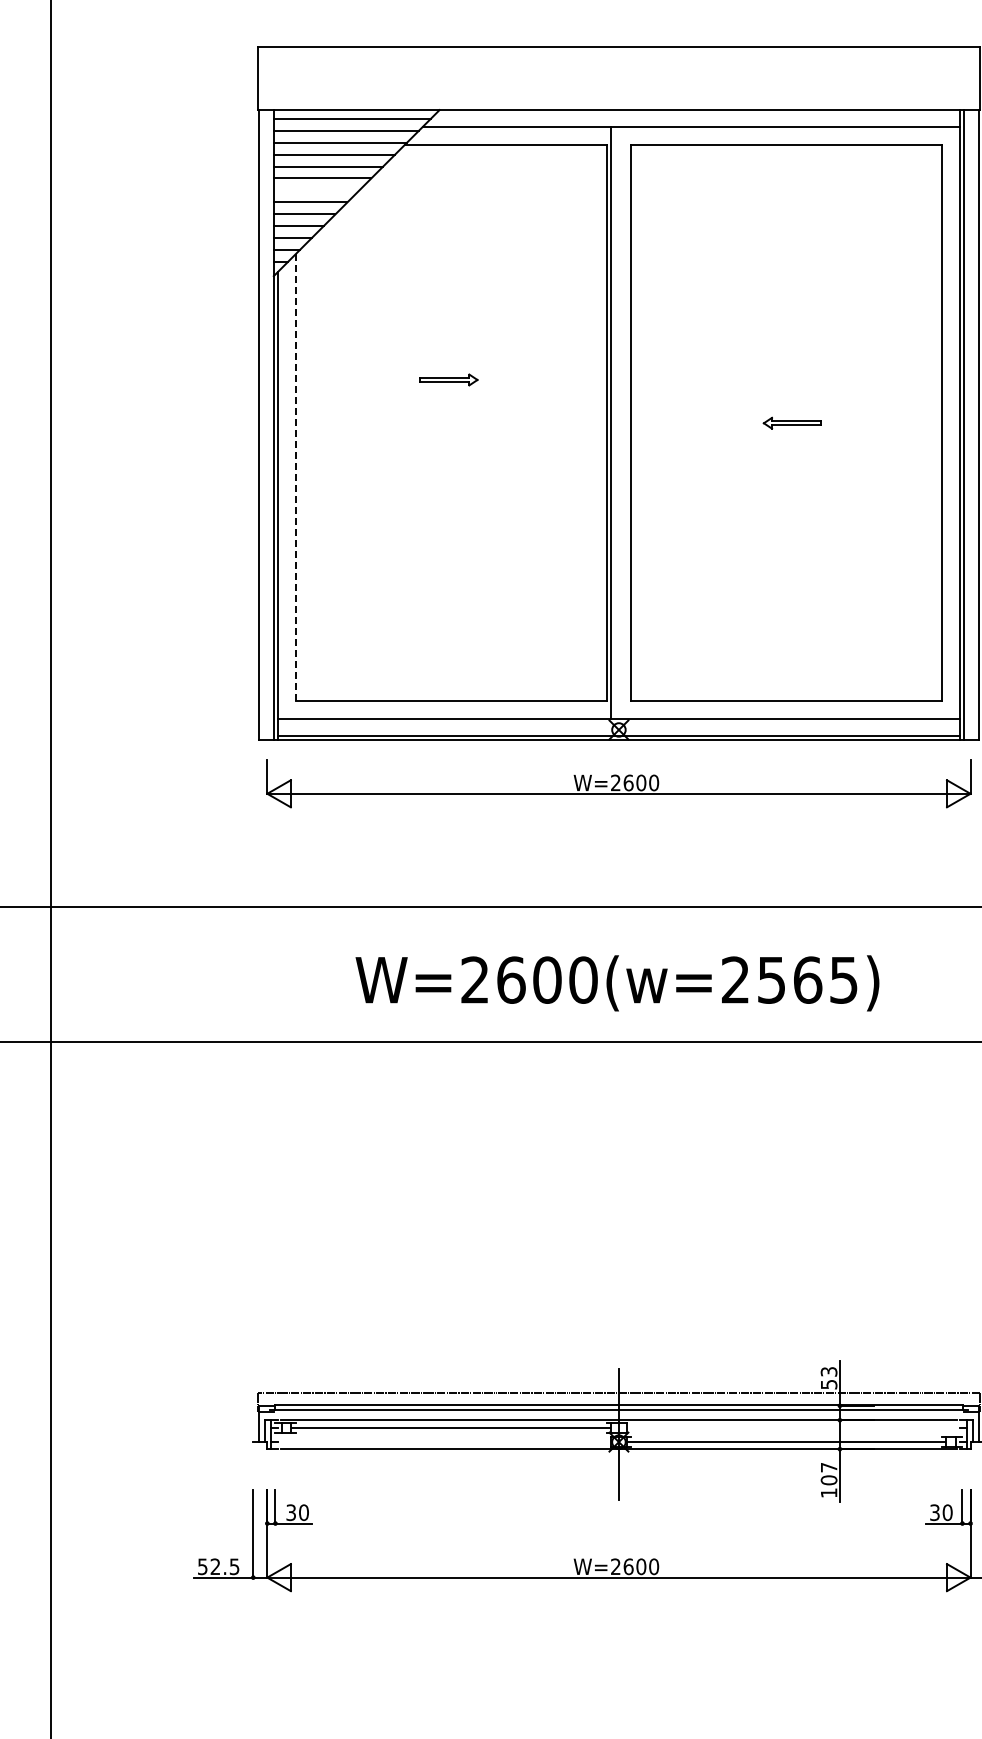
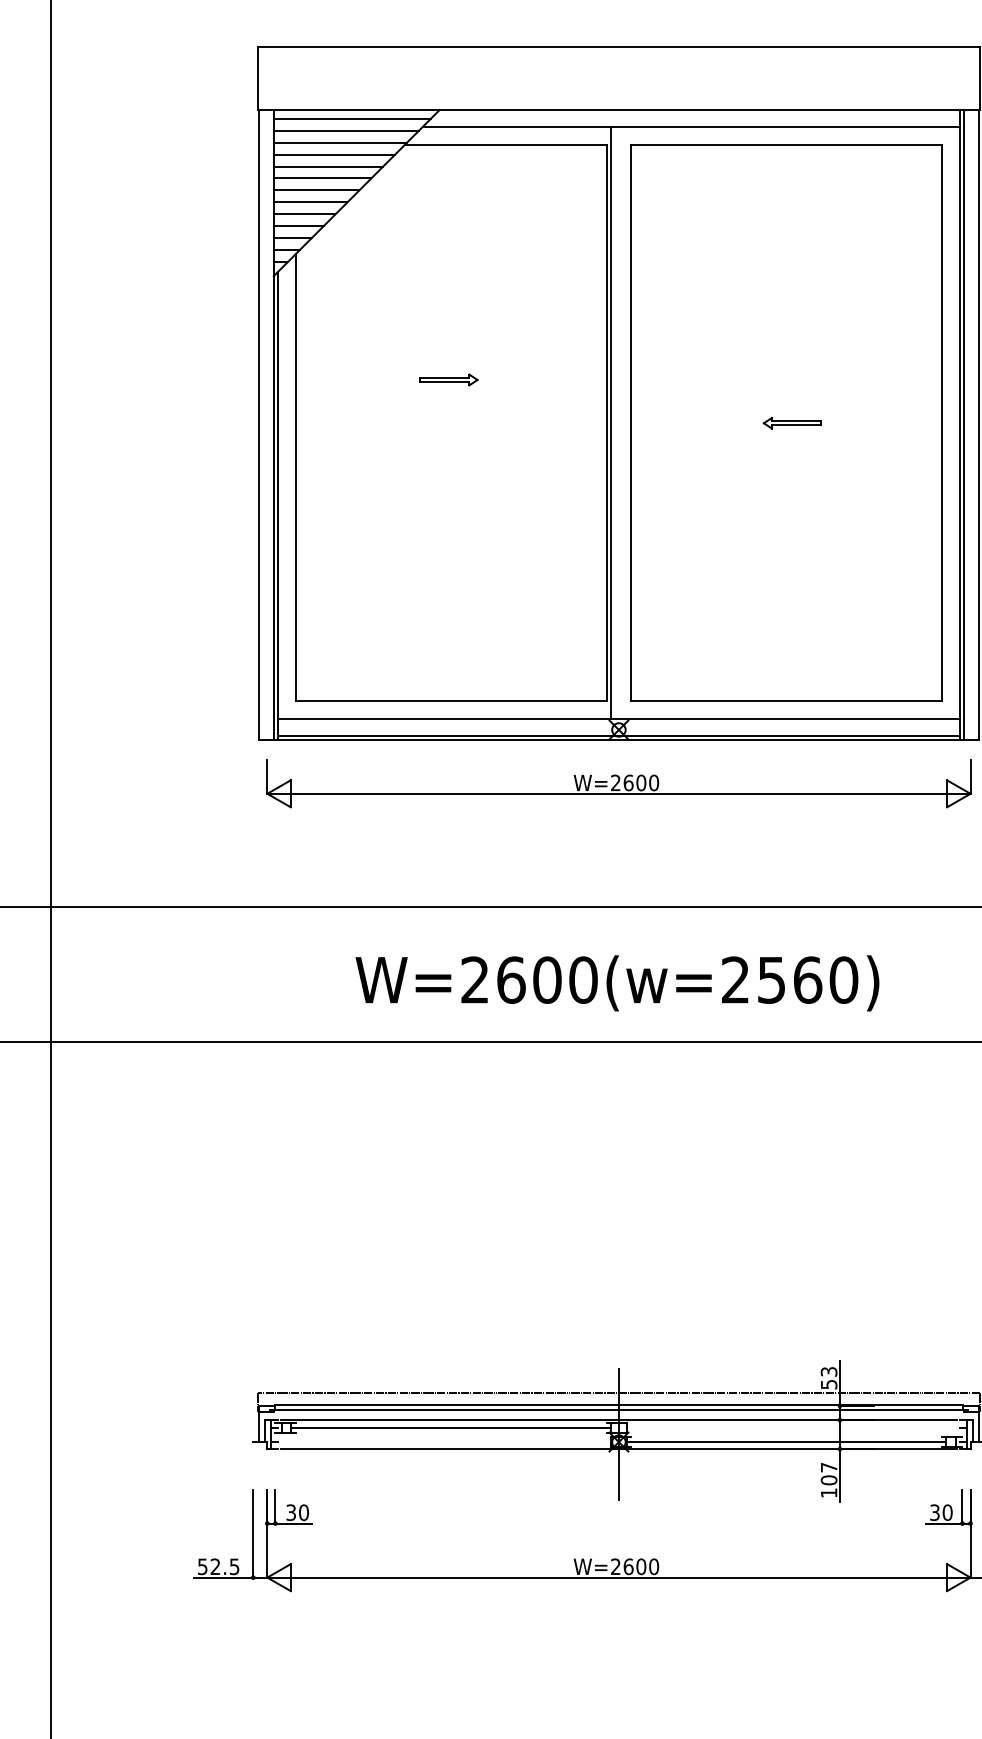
line at (316, 190): none -> present
line at (296, 477): dashed -> solid
text at (843, 979): W=2600(w=2565) -> W=2600(w=2560)
